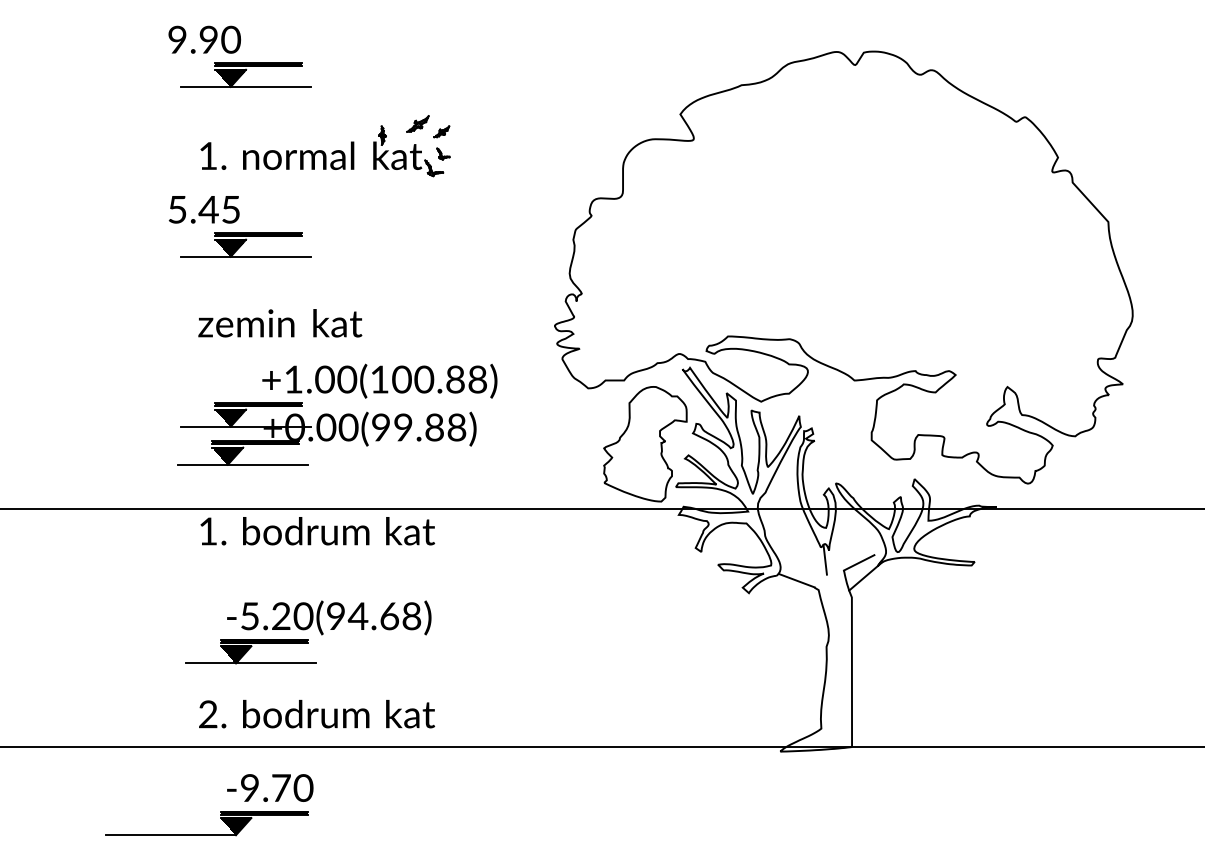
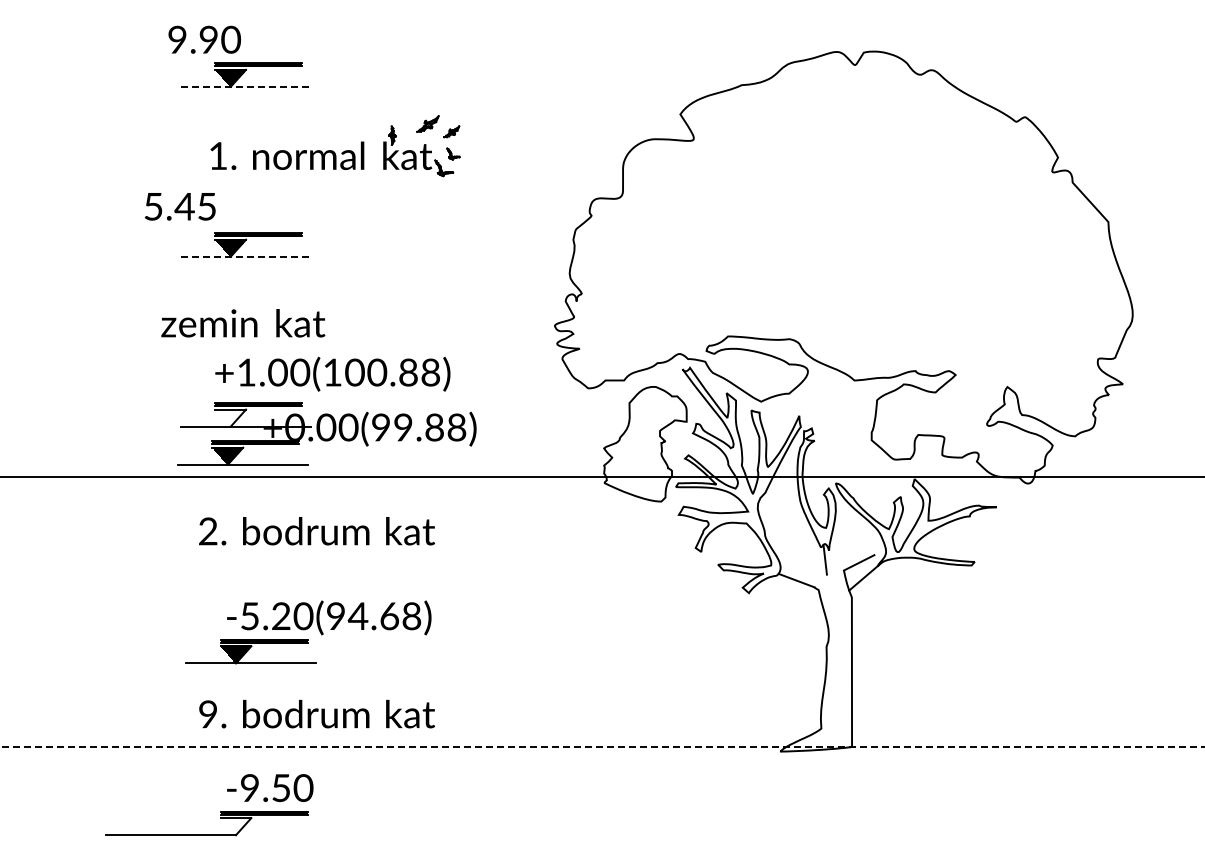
line at (246, 86): solid -> dashed
part at (325, 146) position: (325, 146) -> (335, 146)
text at (203, 209) position: (203, 209) -> (179, 206)
line at (246, 256): solid -> dashed
text at (280, 323) position: (280, 323) -> (243, 323)
text at (379, 380) position: (379, 380) -> (332, 373)
hatch at (230, 417): present -> none
line at (601, 508) position: (601, 508) -> (601, 476)
text at (208, 531): 1. -> 2.
text at (208, 714): 2. -> 9.
line at (602, 747): solid -> dashed
text at (281, 788): -9.70 -> -9.50
hatch at (235, 826): present -> none
